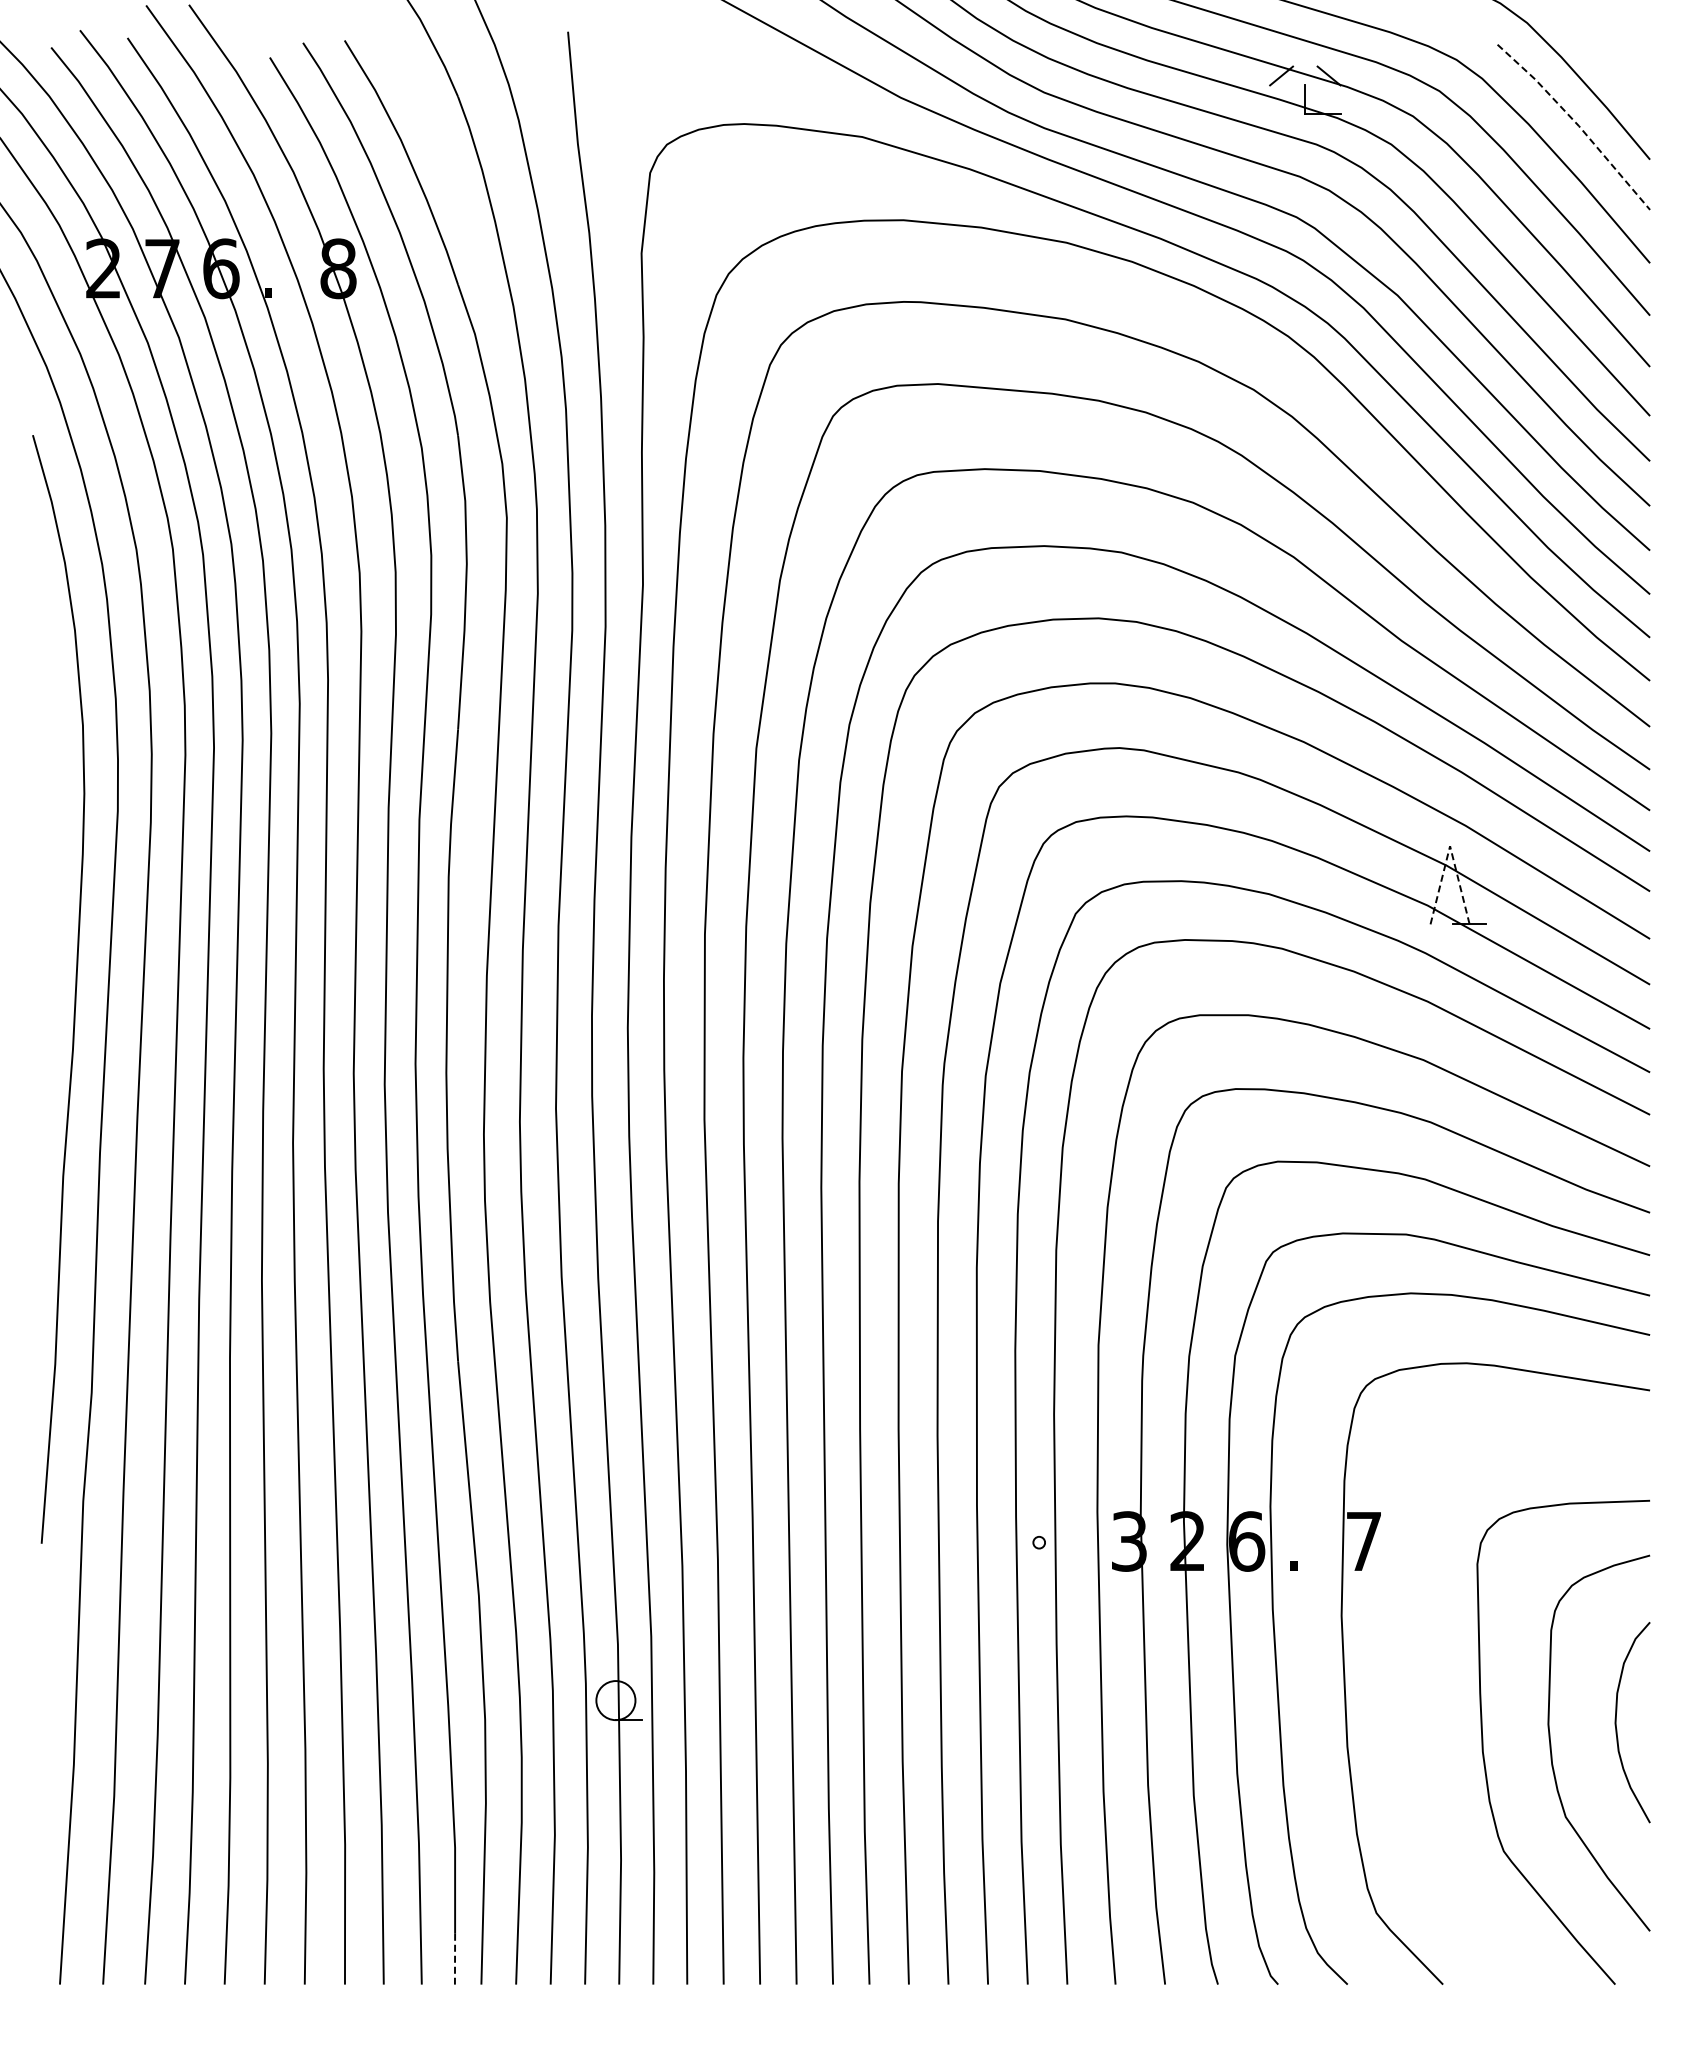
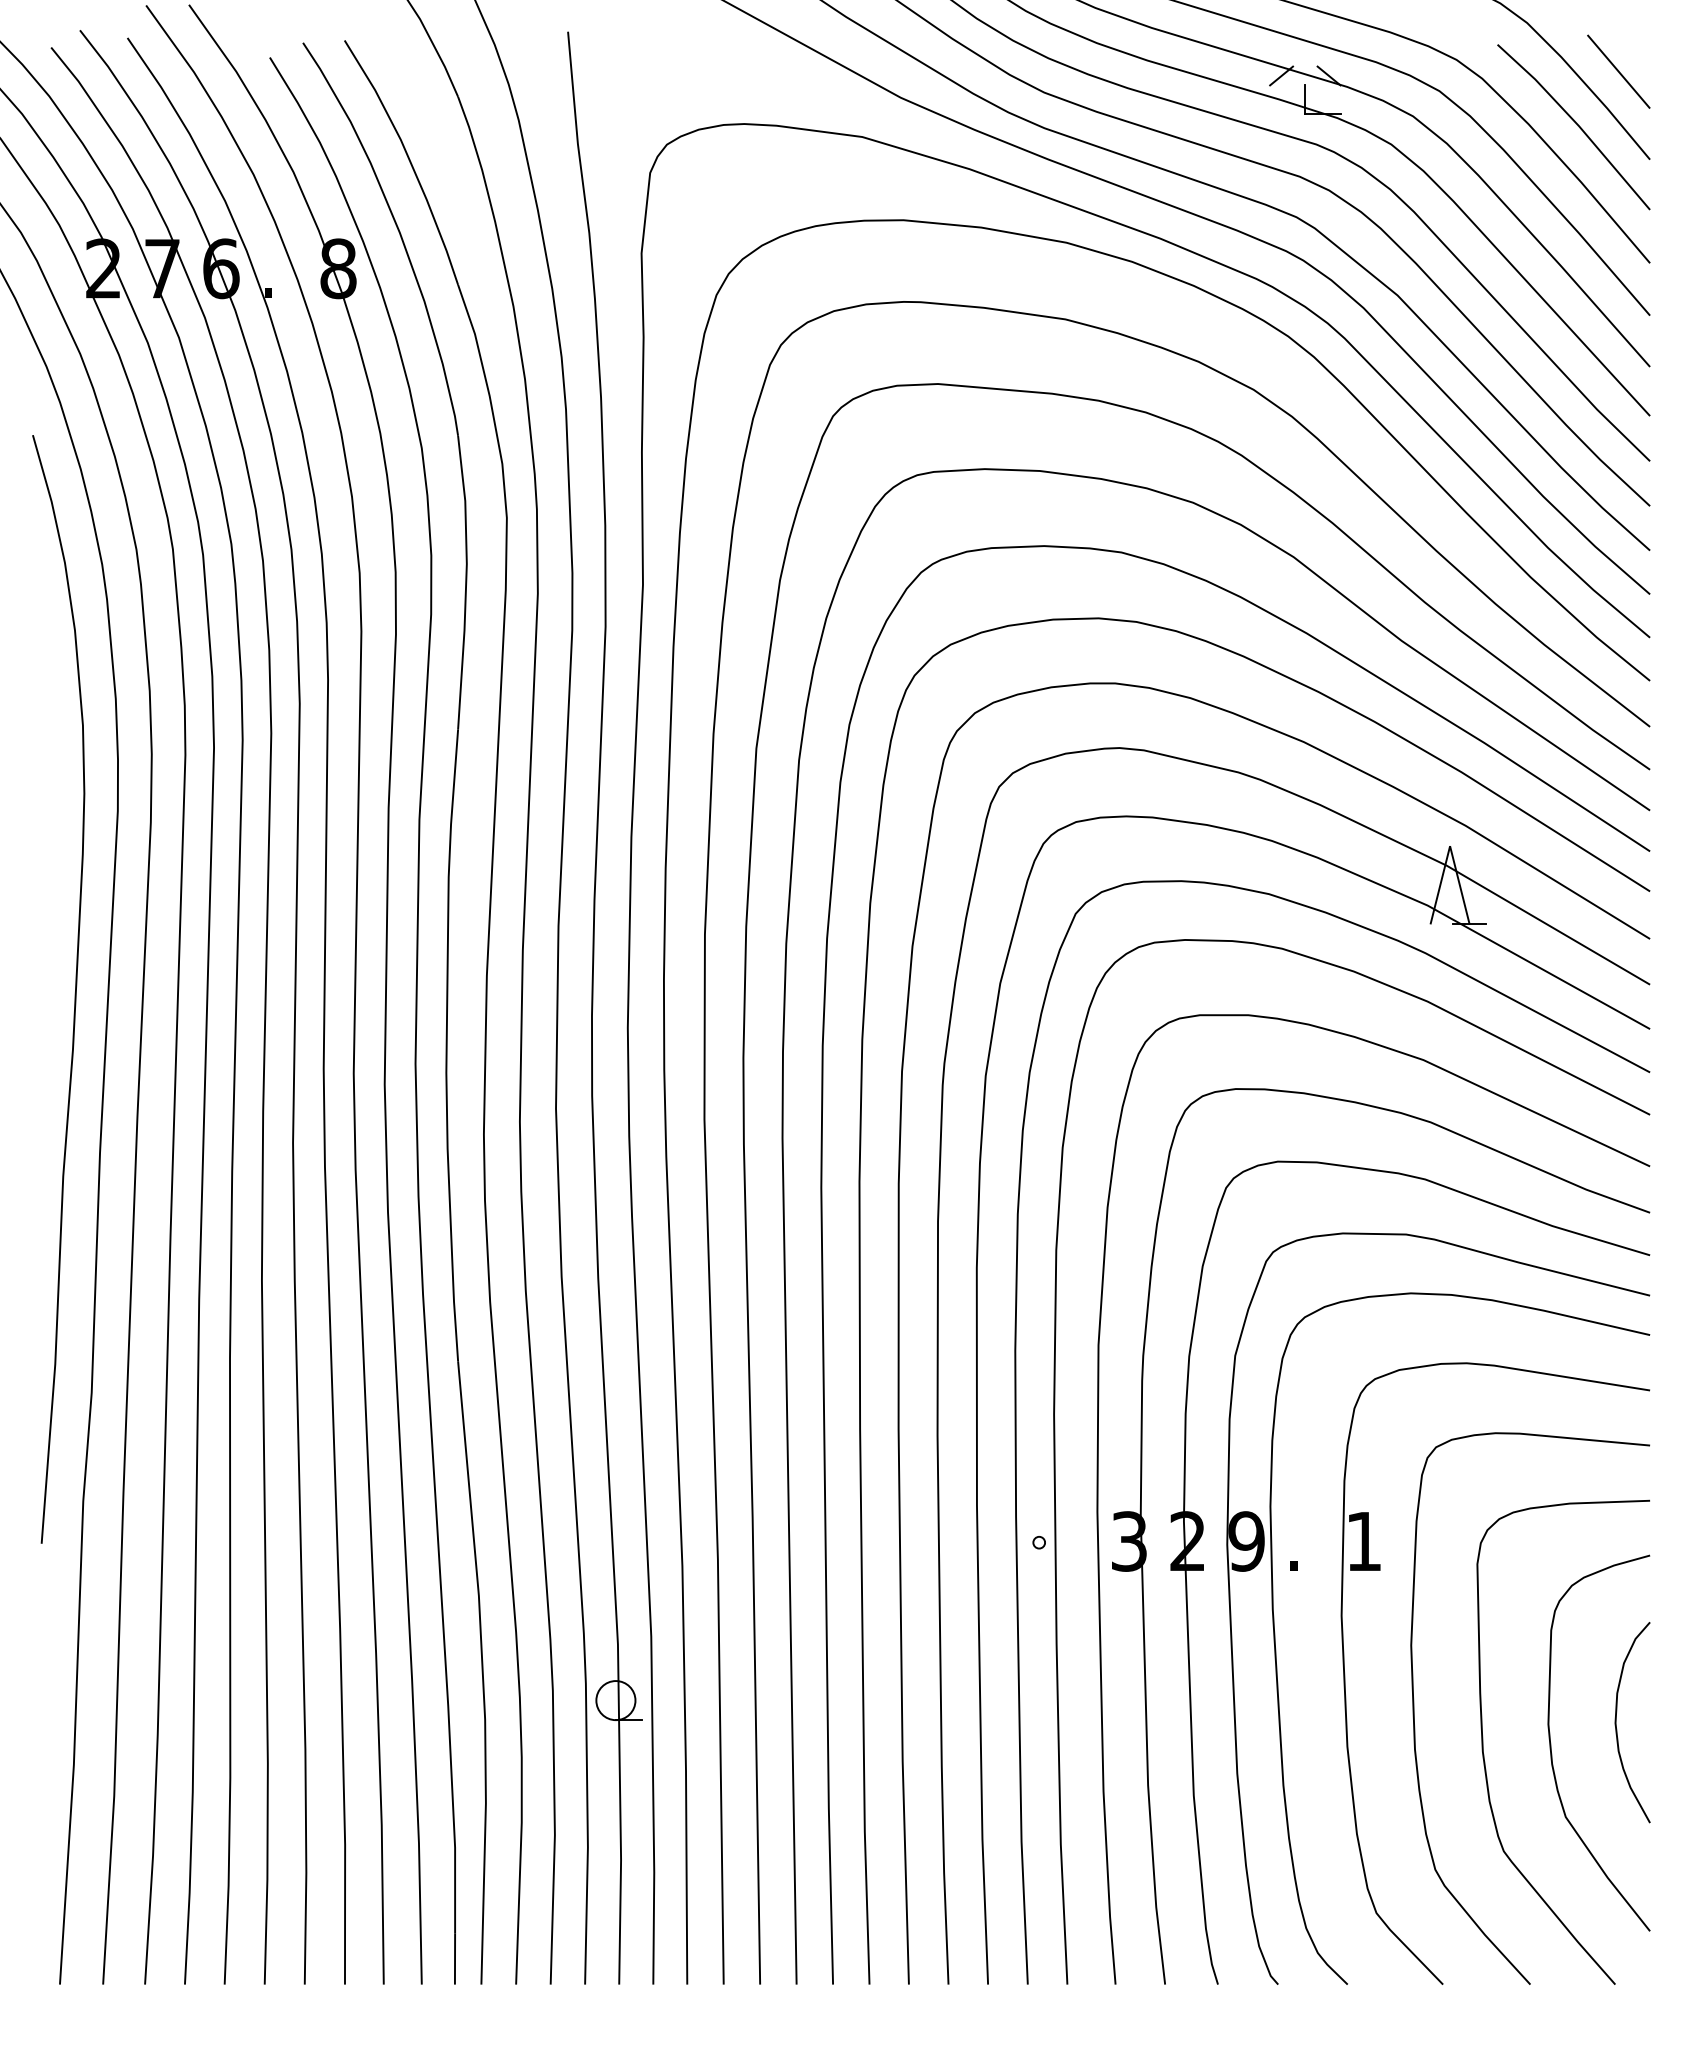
line at (1618, 71): none -> present
line at (1577, 124): dashed -> solid
line at (1450, 846): dashed -> solid
text at (1246, 1541): 6 -> 9
text at (1363, 1541): 7 -> 1
curve at (1414, 1708): none -> present
line at (455, 1959): dashed -> solid
